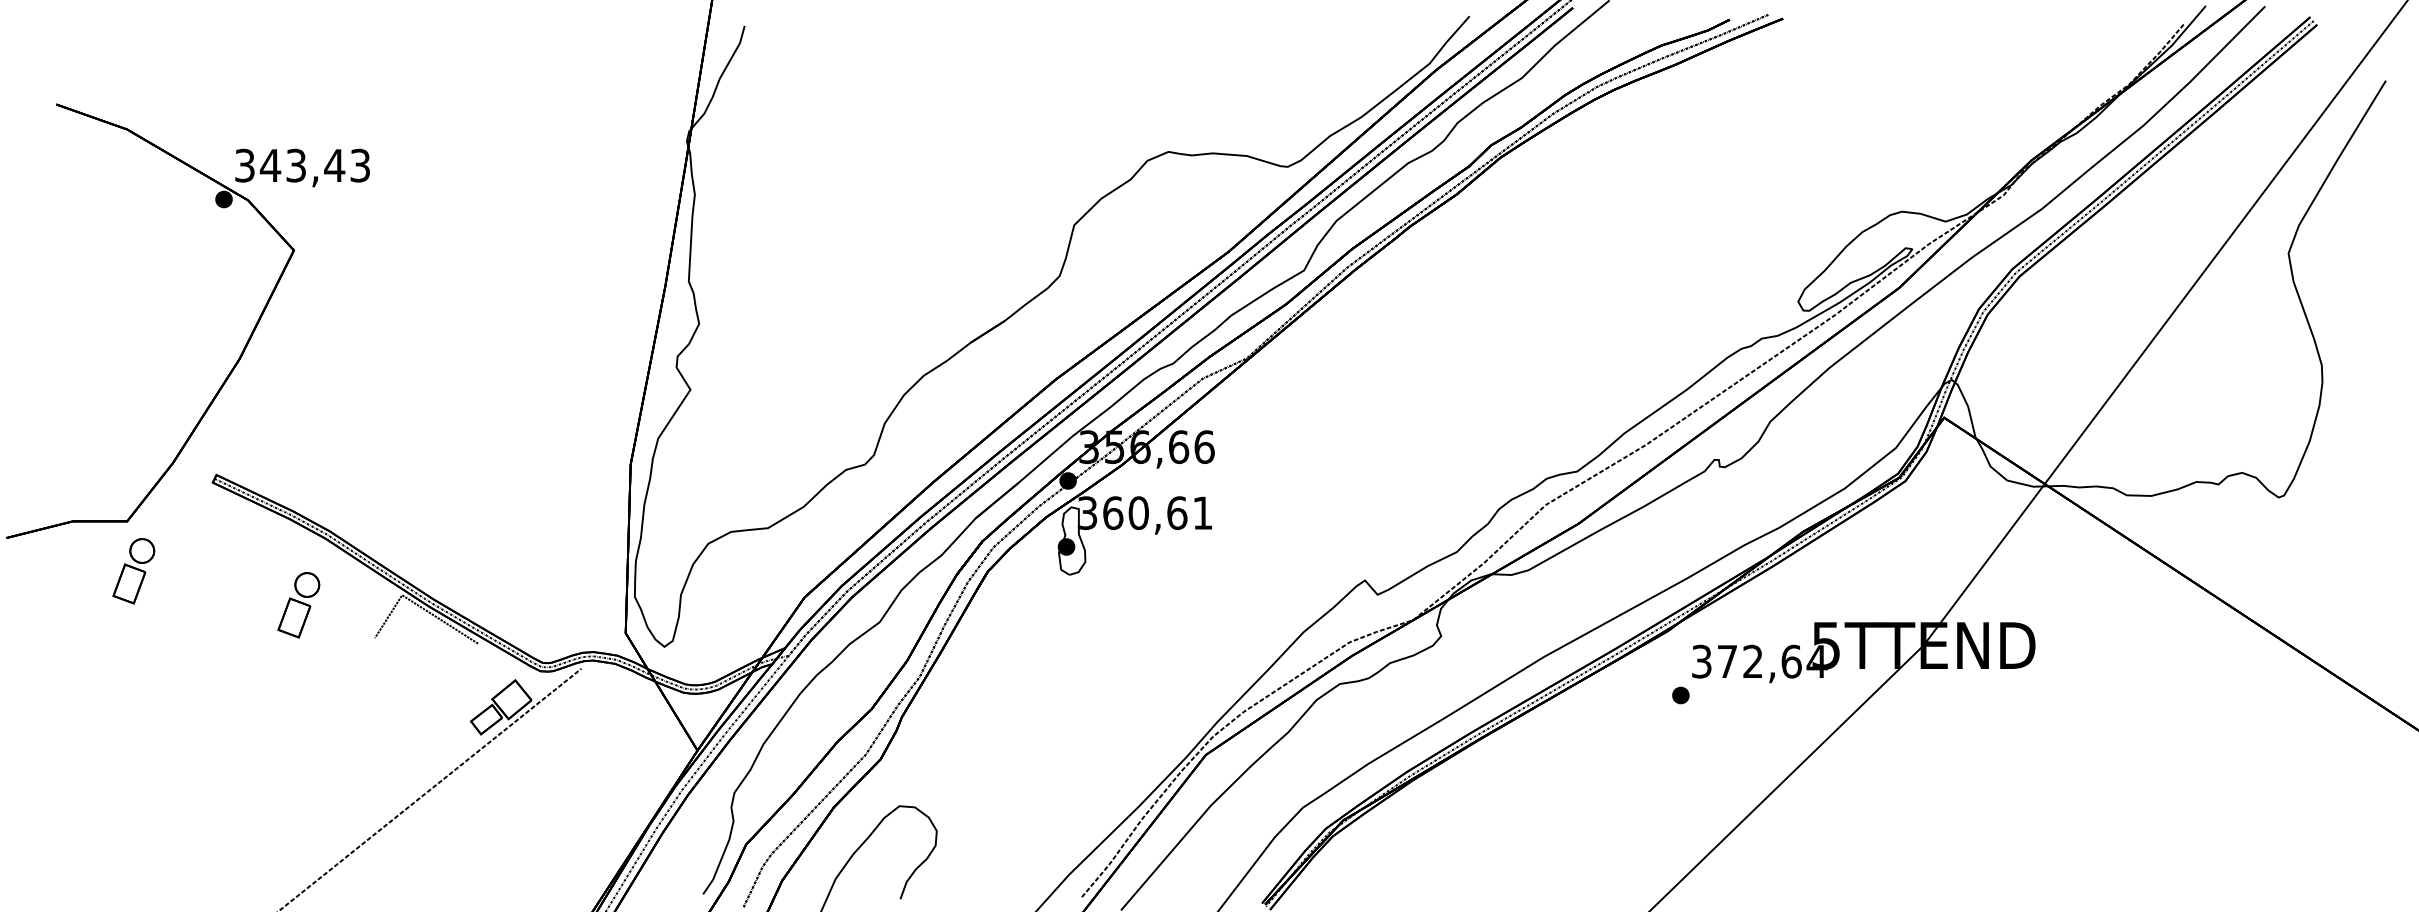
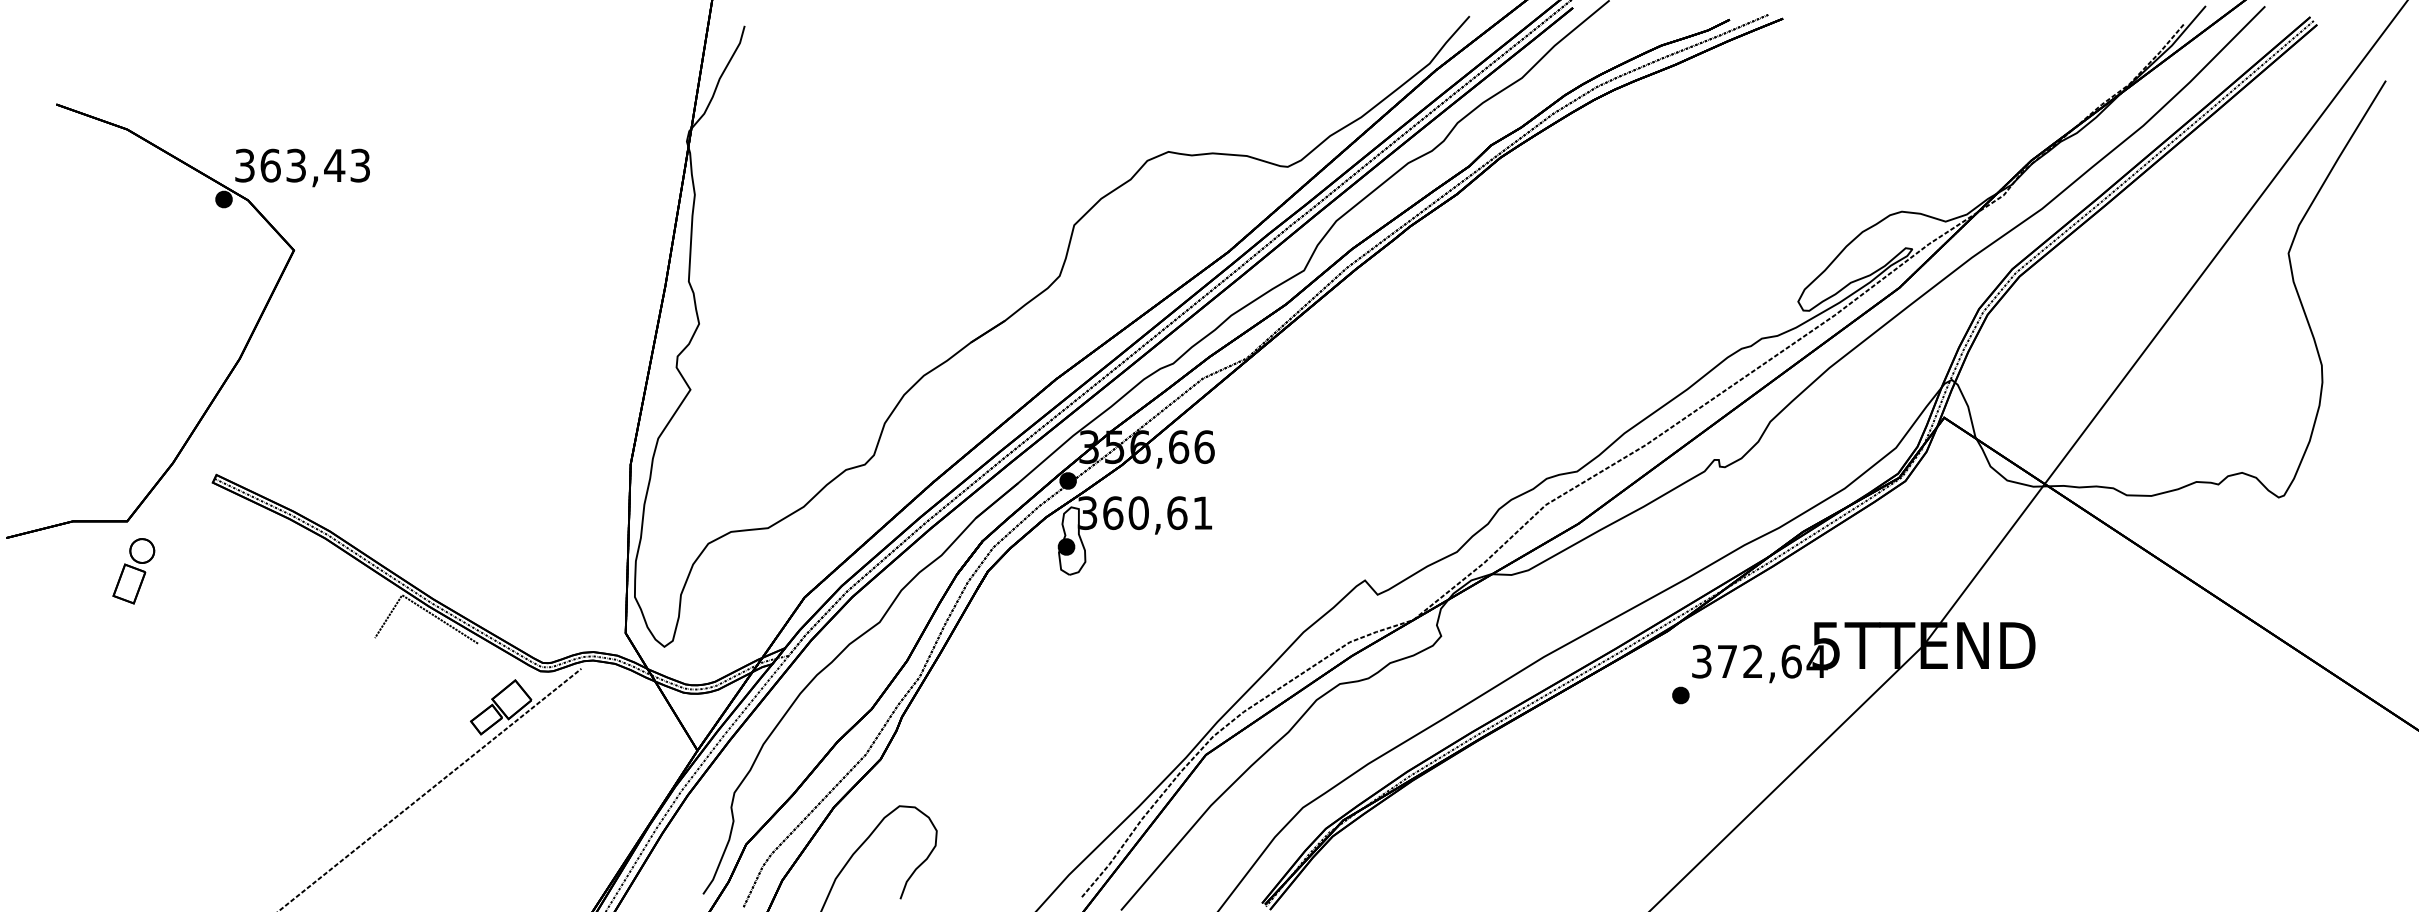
text at (270, 165): 343,43 -> 363,43
part at (298, 605): present -> none
